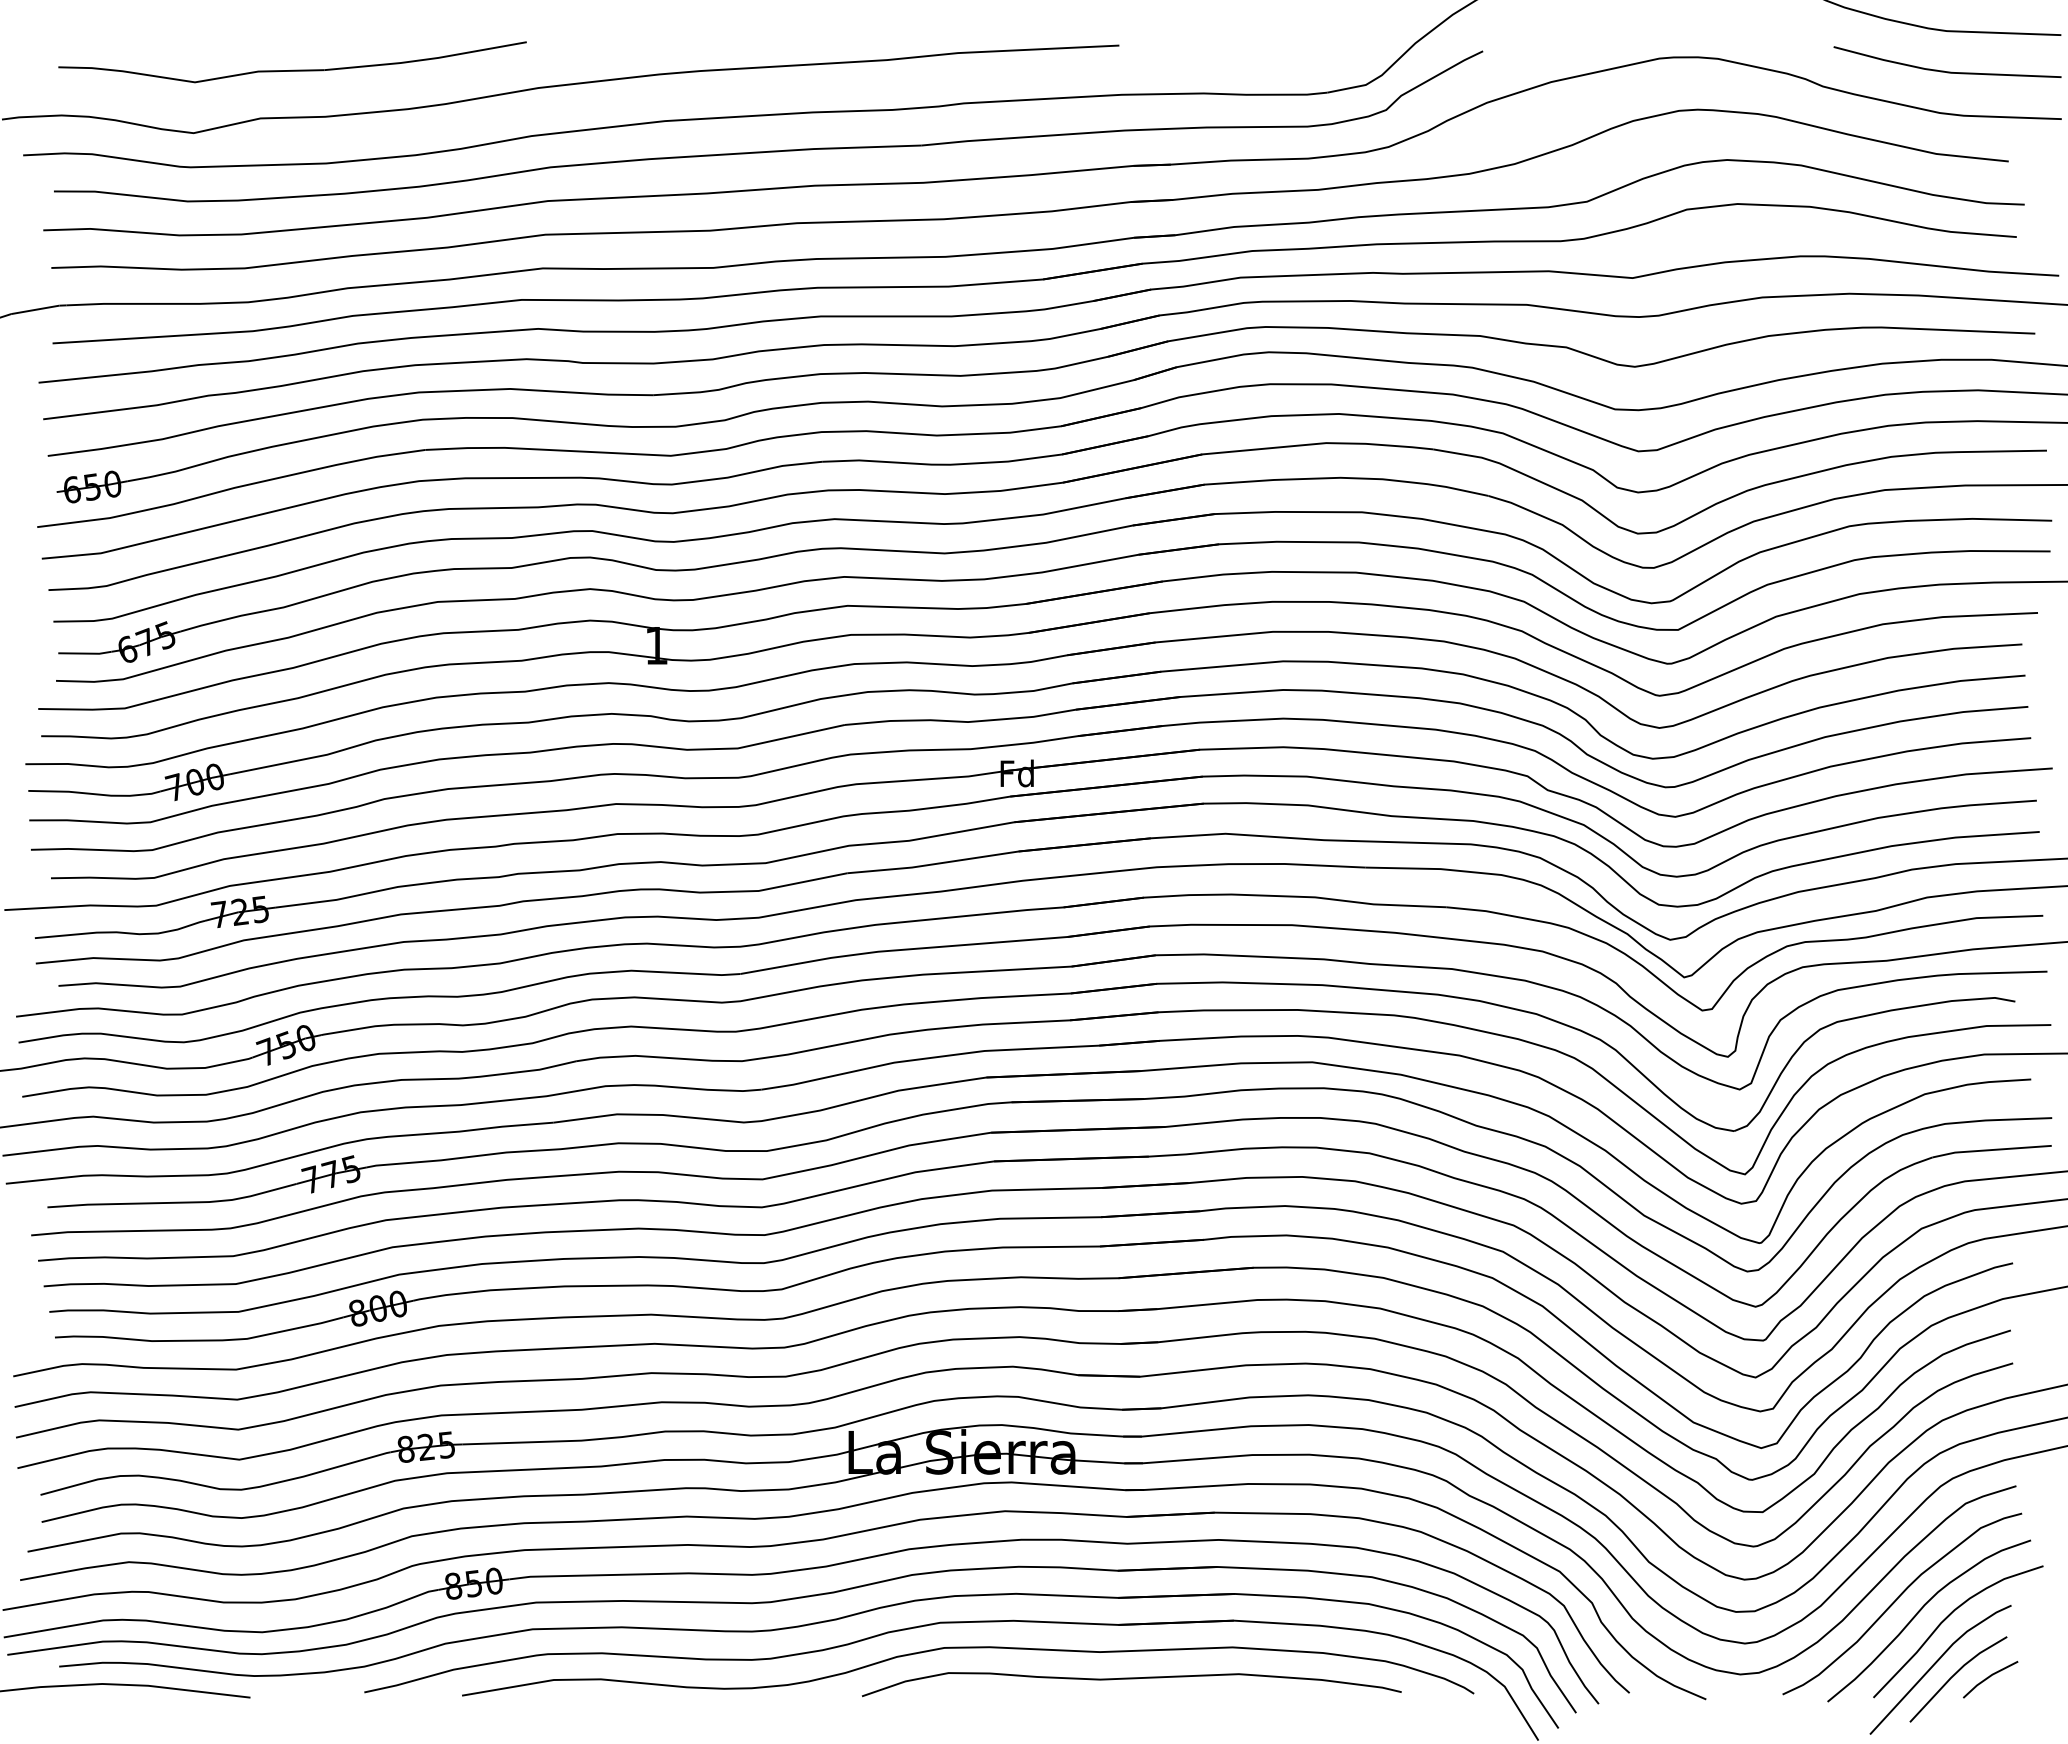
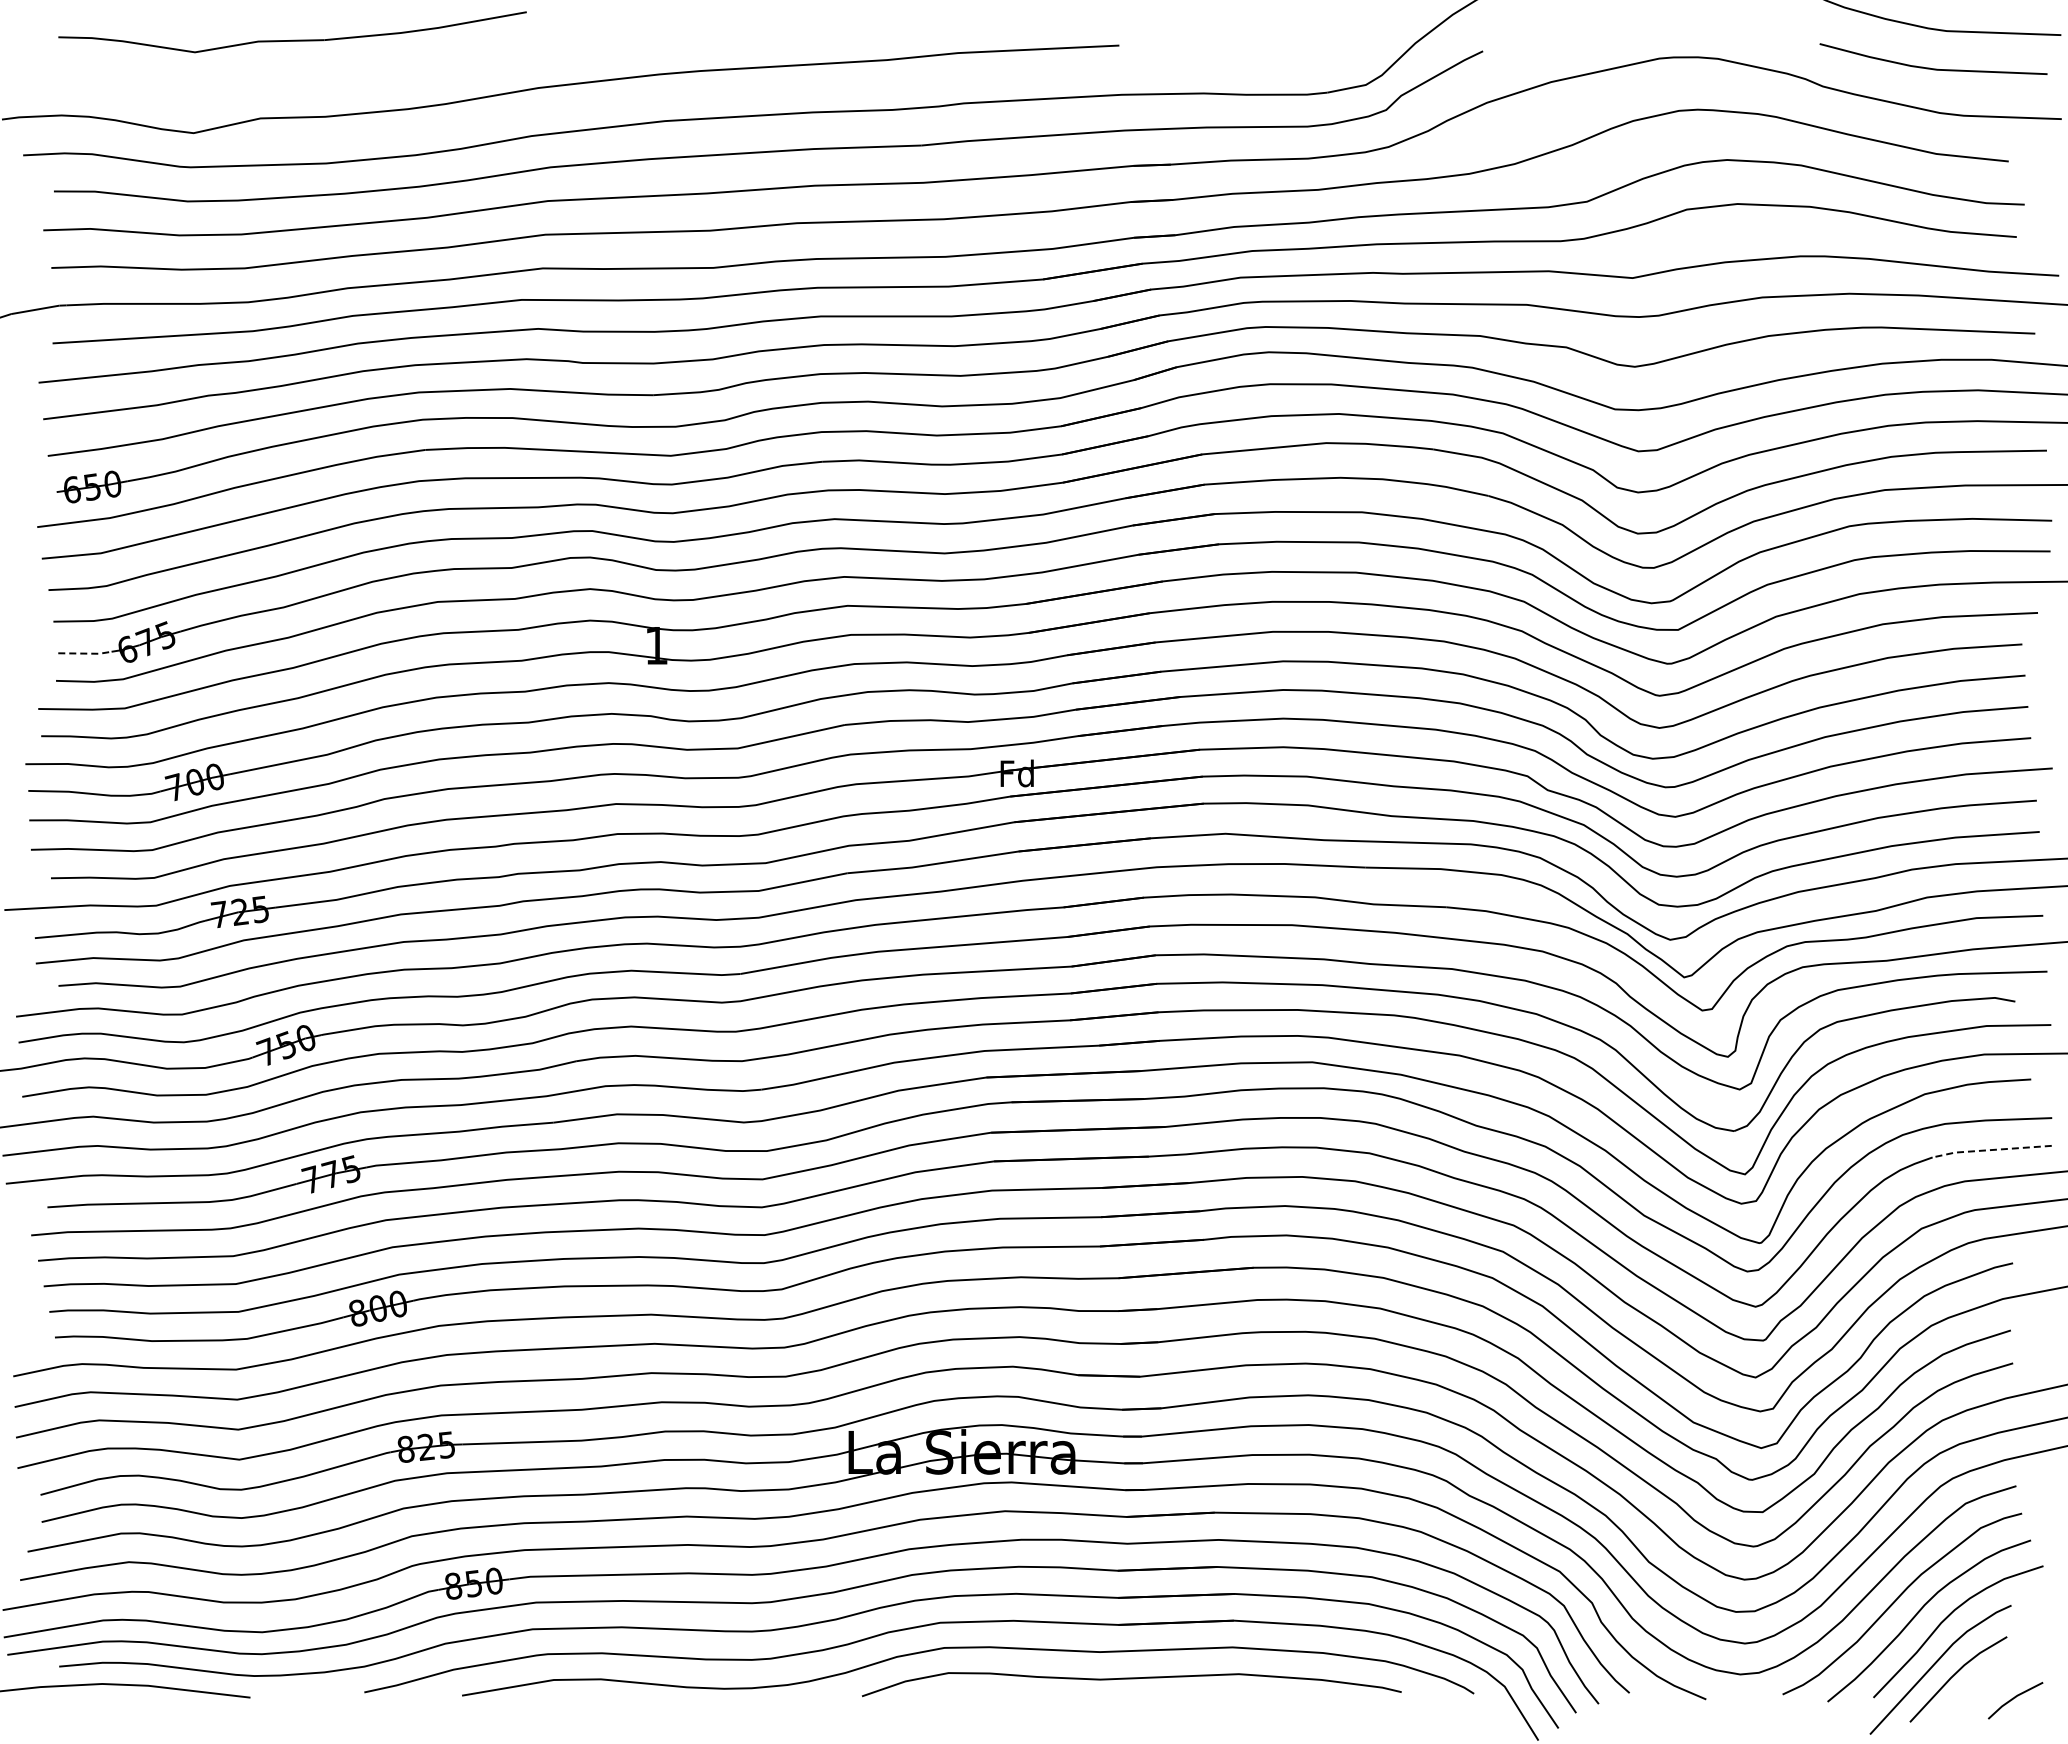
part at (292, 69) position: (292, 69) -> (292, 39)
line at (1944, 70) position: (1944, 70) -> (1930, 67)
line at (85, 653): solid -> dashed
line at (1990, 1150): solid -> dashed
line at (1990, 1677) position: (1990, 1677) -> (2015, 1698)
